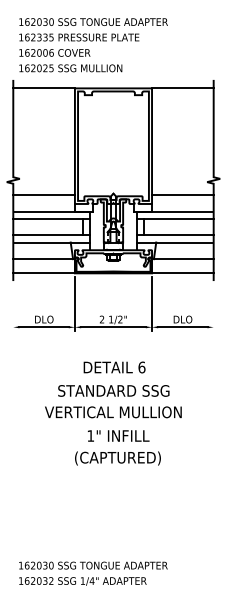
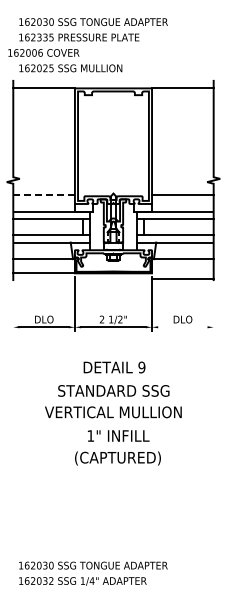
text at (54, 52) position: (54, 52) -> (43, 52)
line at (44, 195): solid -> dashed
line at (182, 273) position: (182, 273) -> (182, 279)
line at (182, 327): present -> none
text at (141, 367): 6 -> 9
